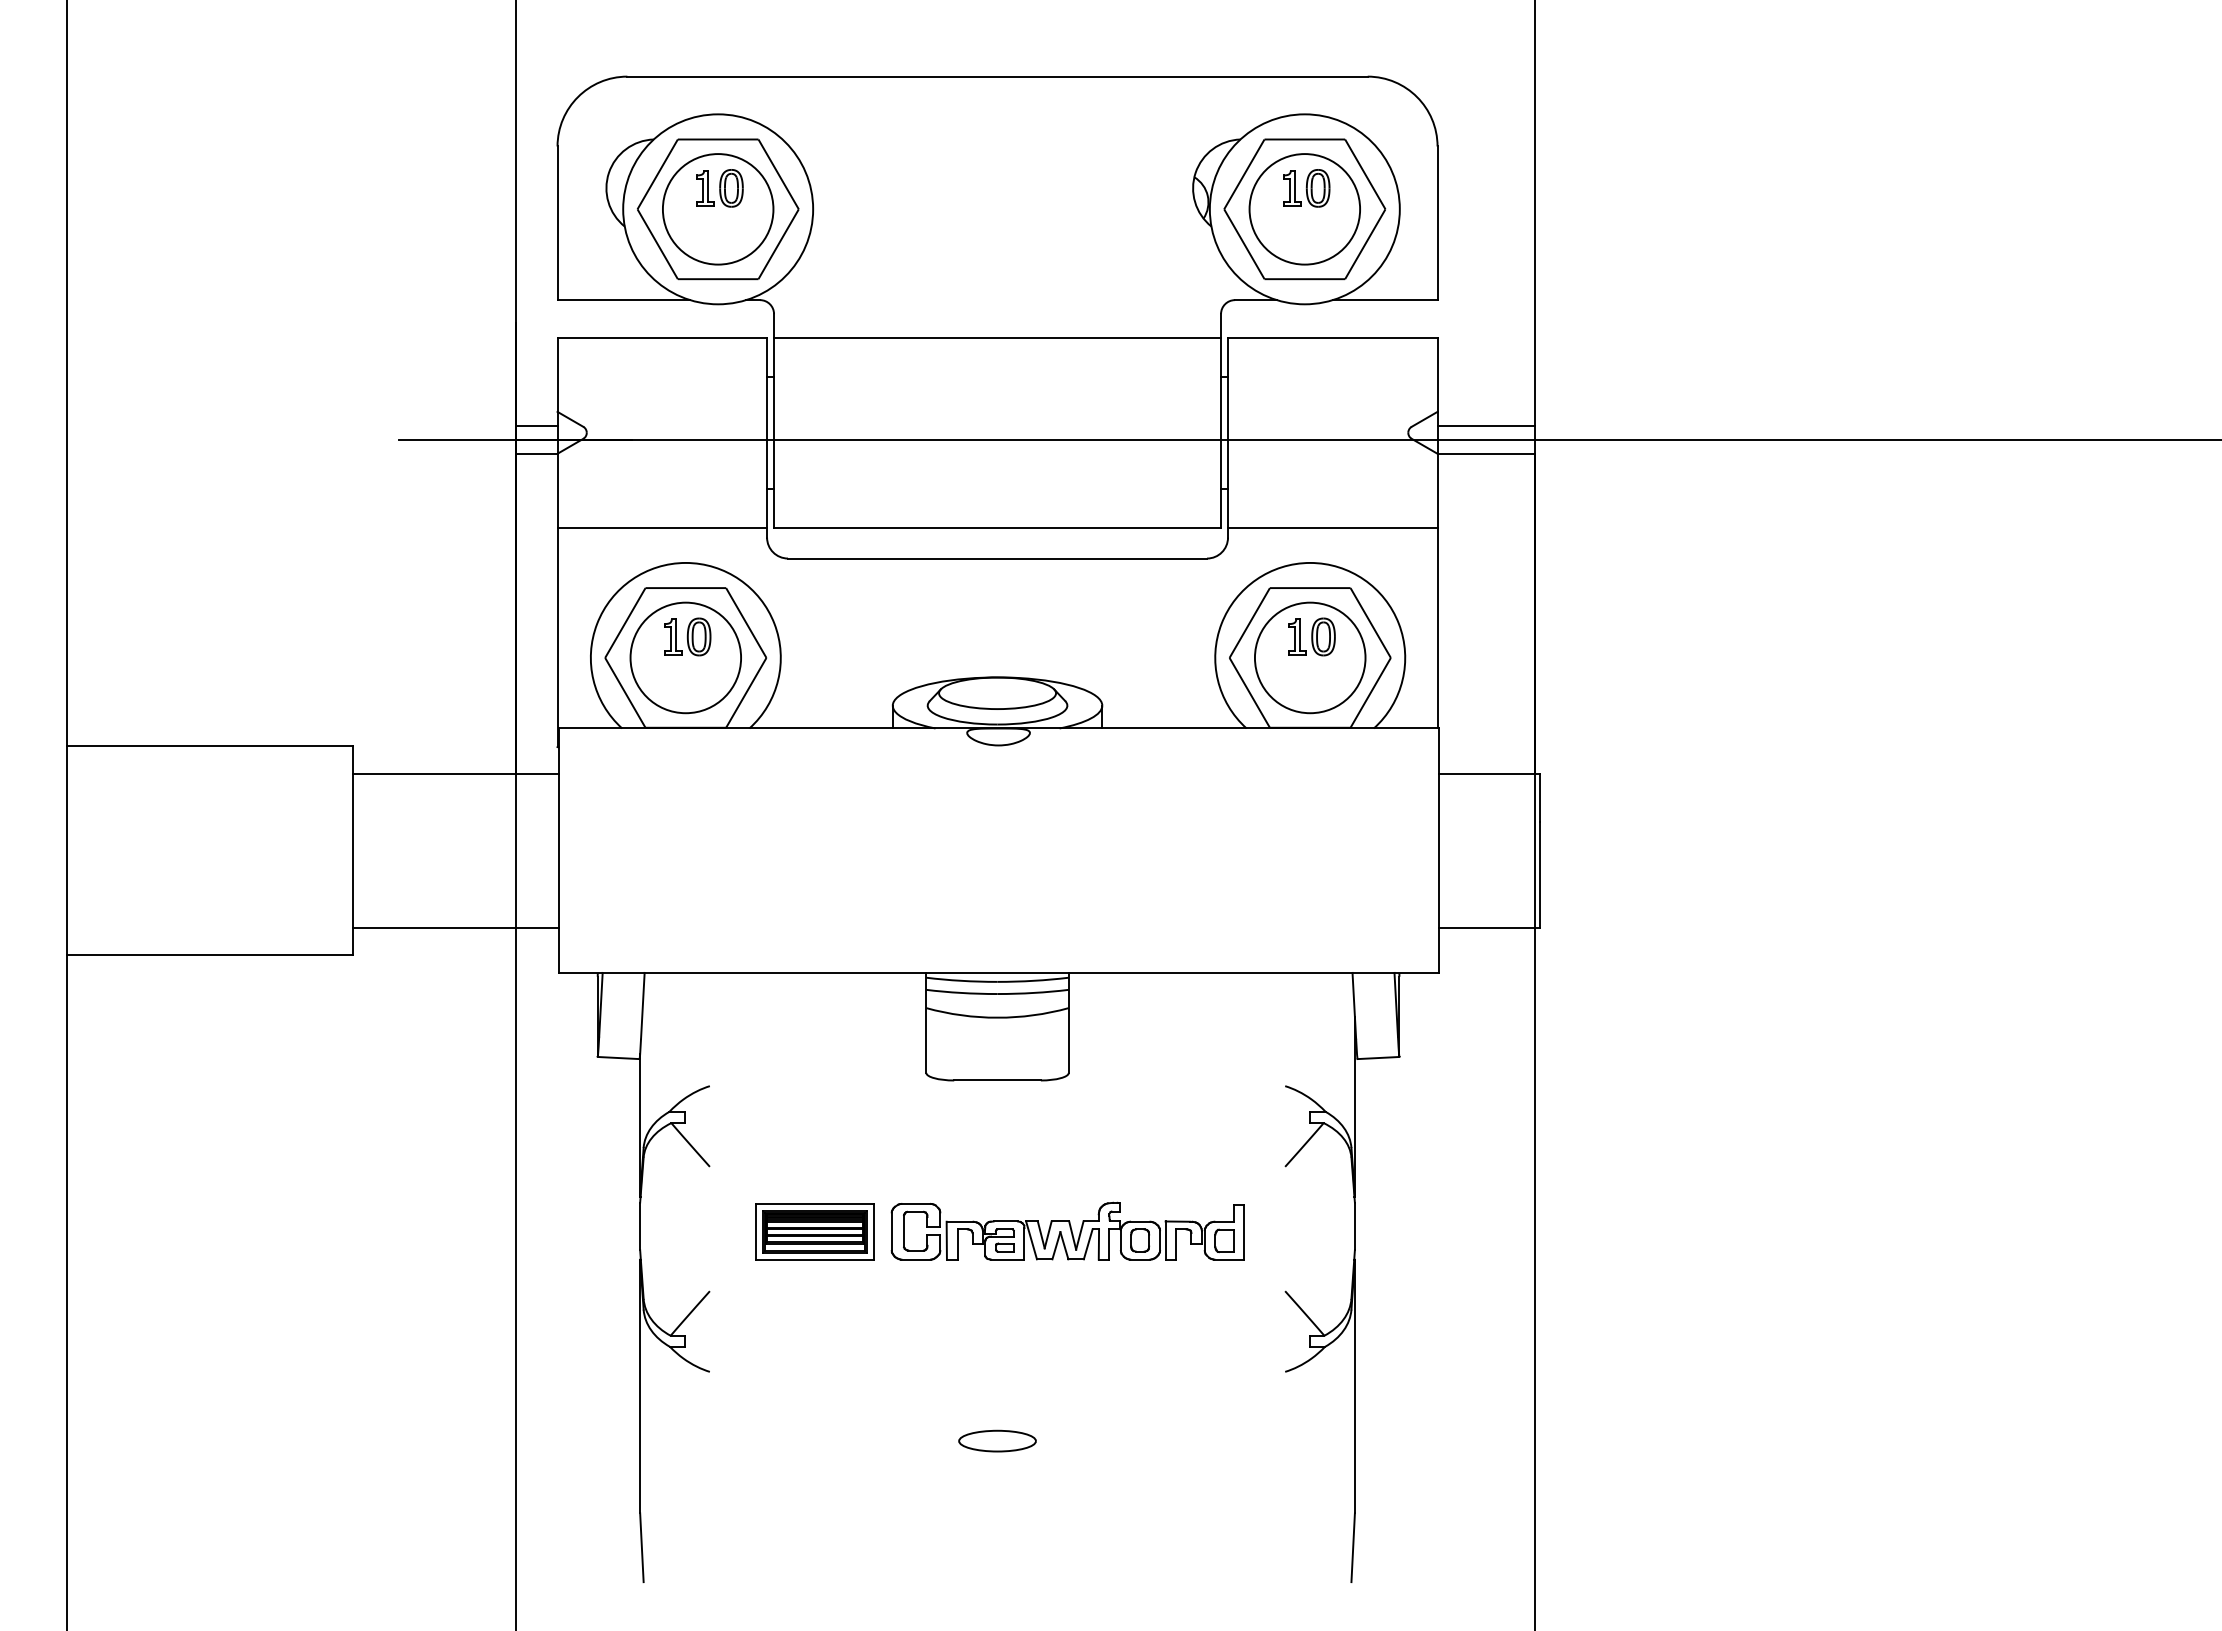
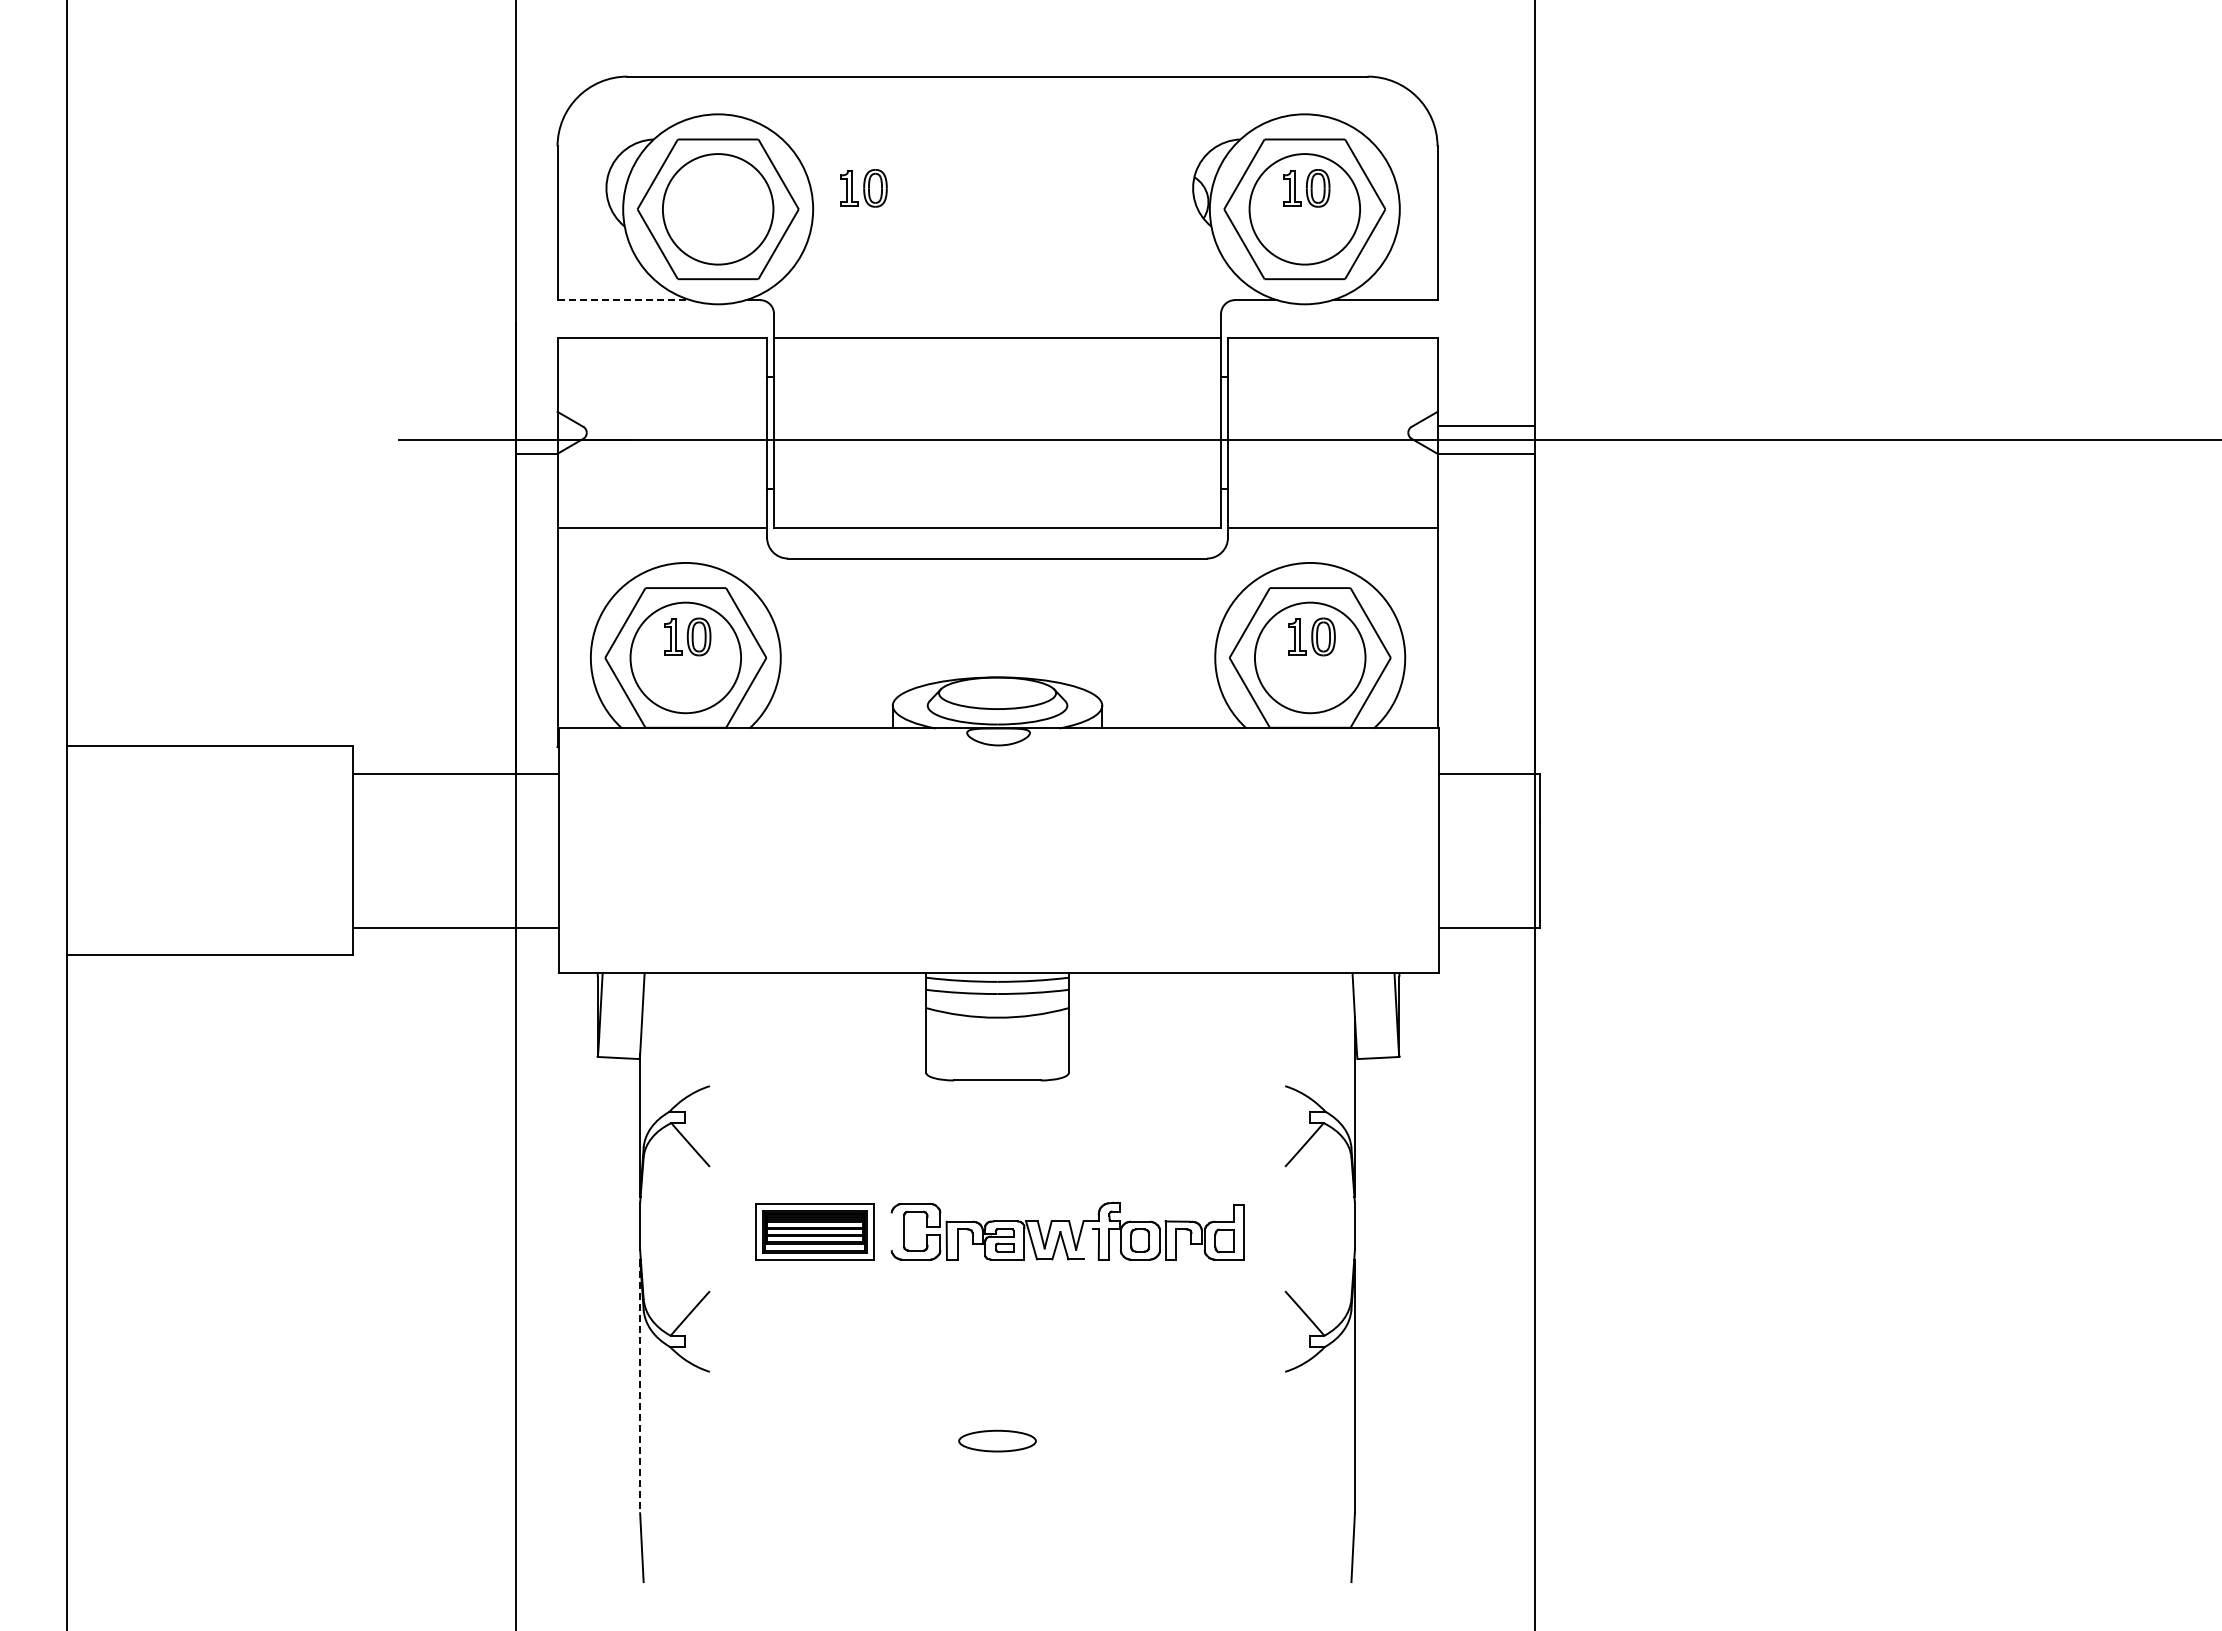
part at (719, 188) position: (719, 188) -> (863, 188)
line at (624, 300): solid -> dashed
line at (536, 425): present -> none
line at (891, 1231): present -> none
line at (1087, 1244): present -> none
line at (640, 1386): solid -> dashed
